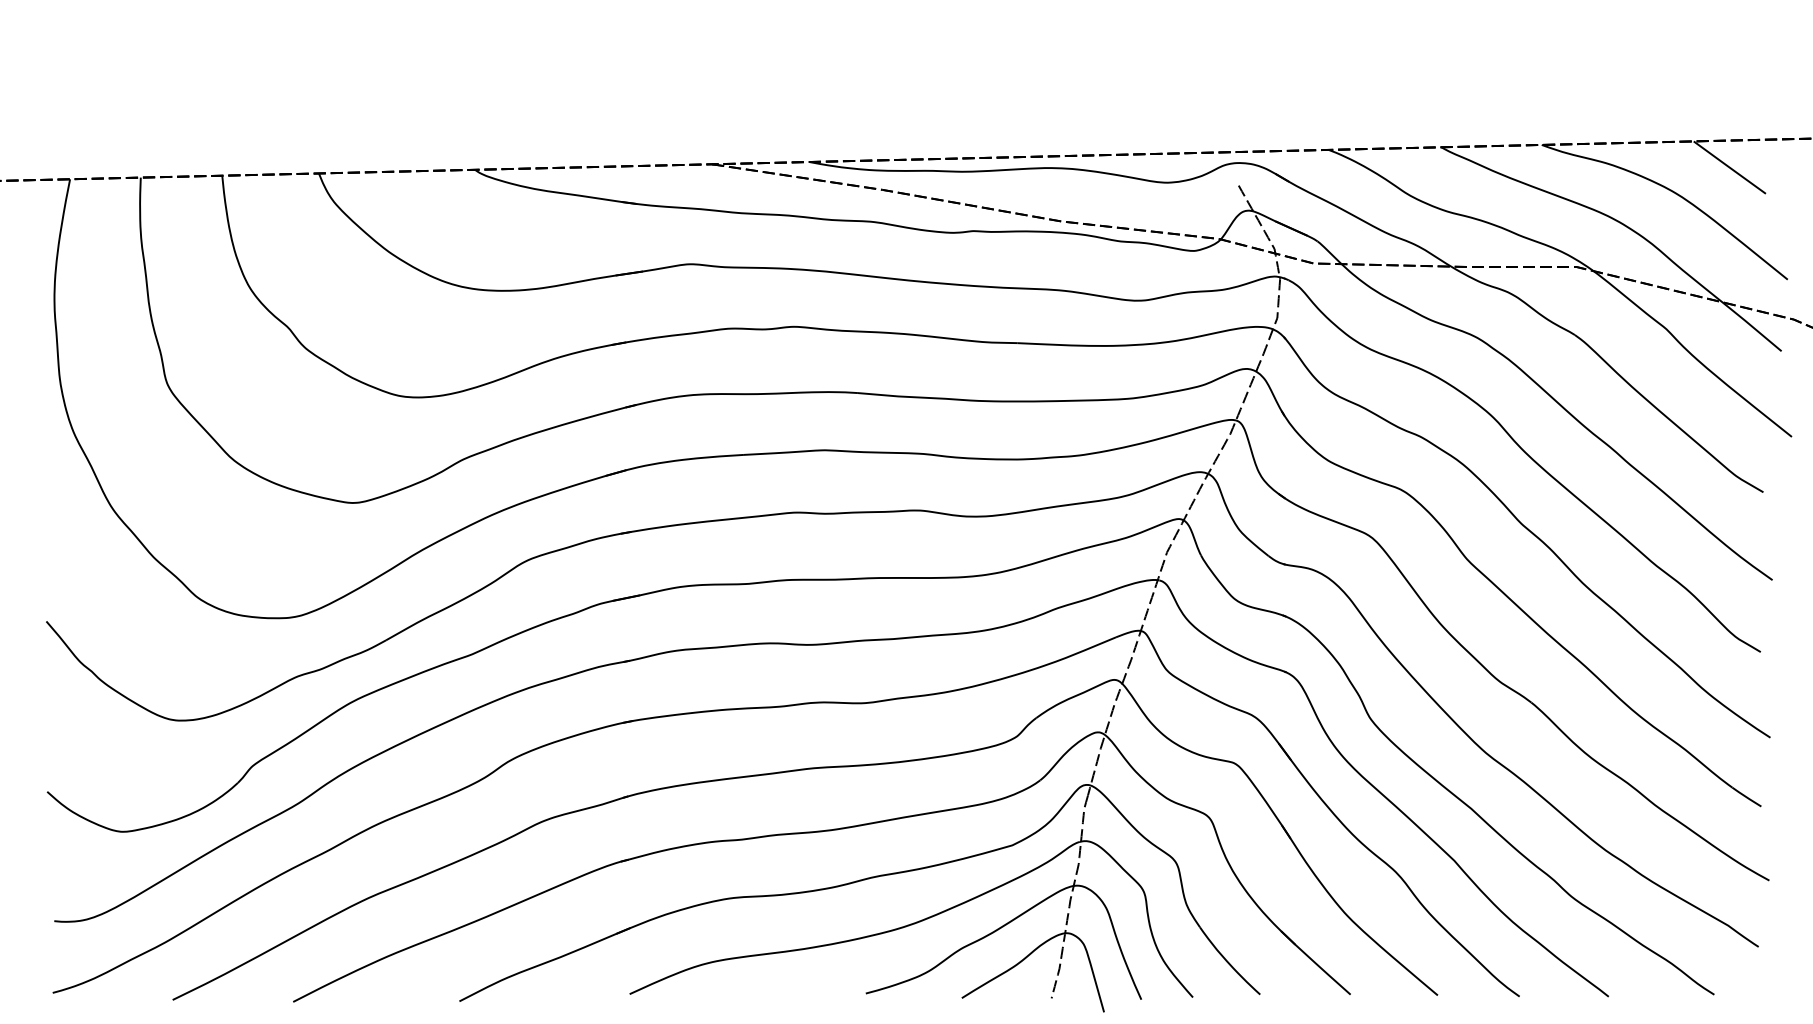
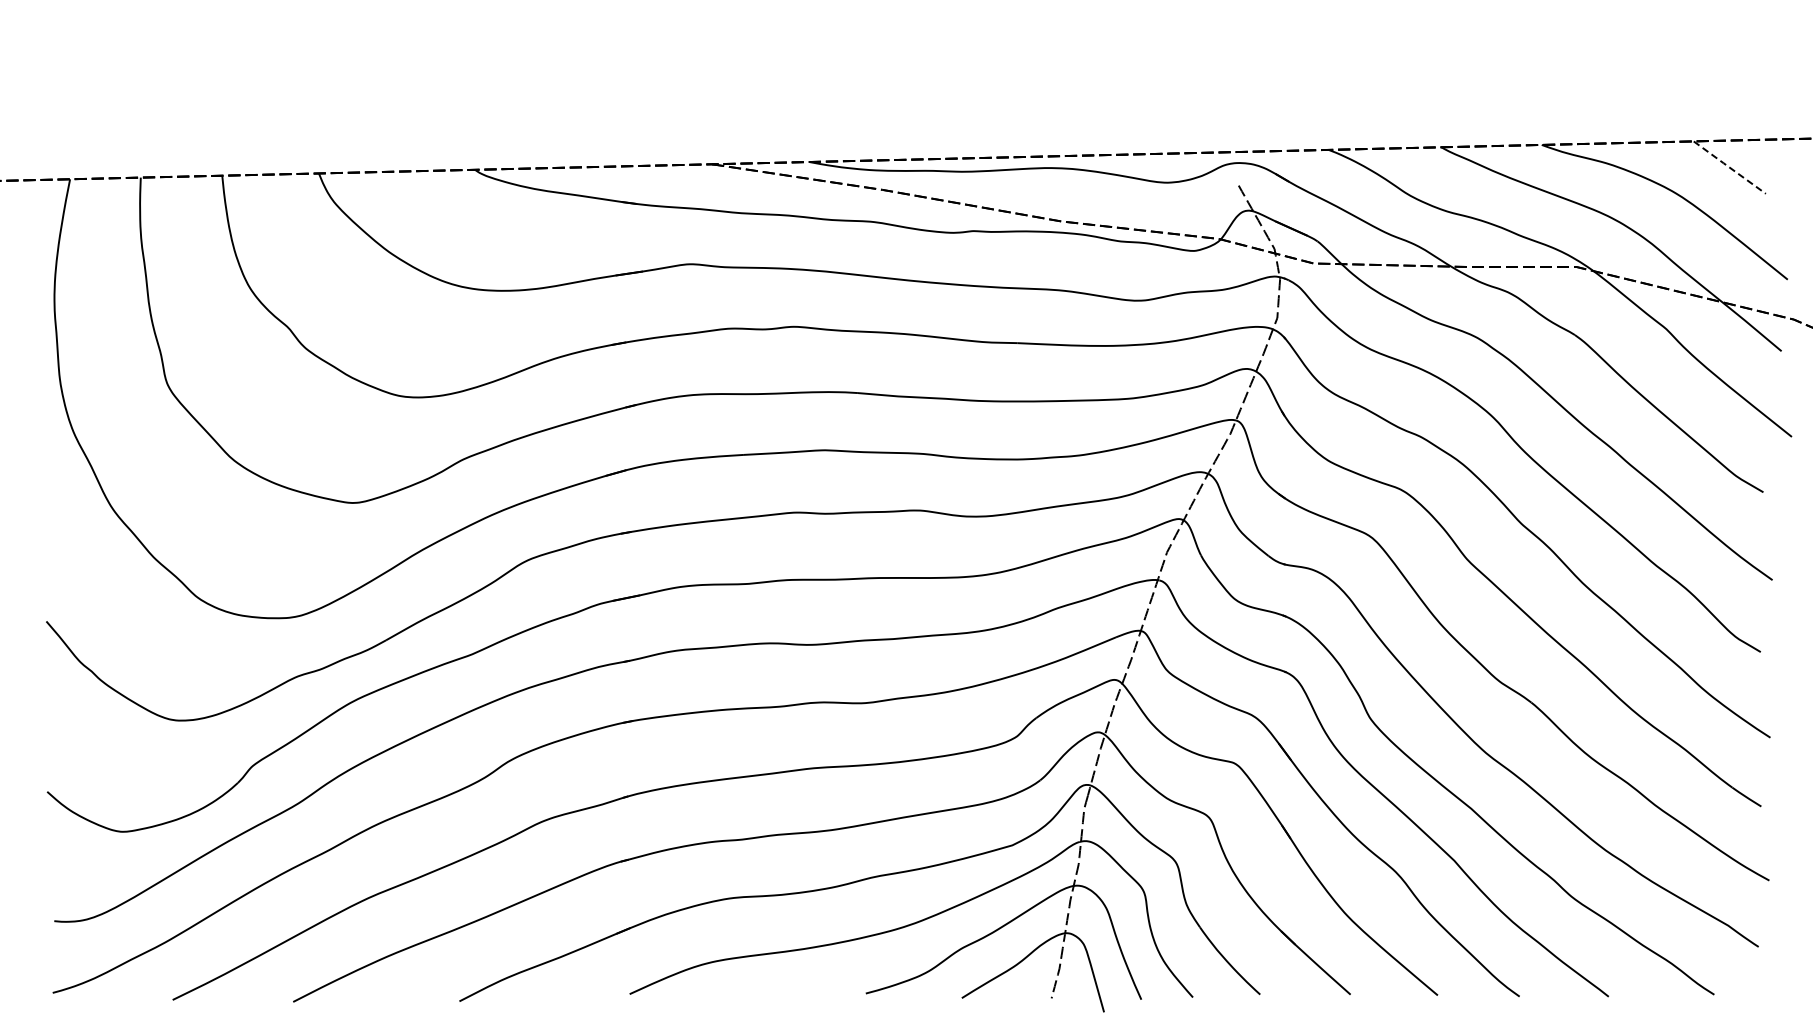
line at (1729, 167): solid -> dashed
